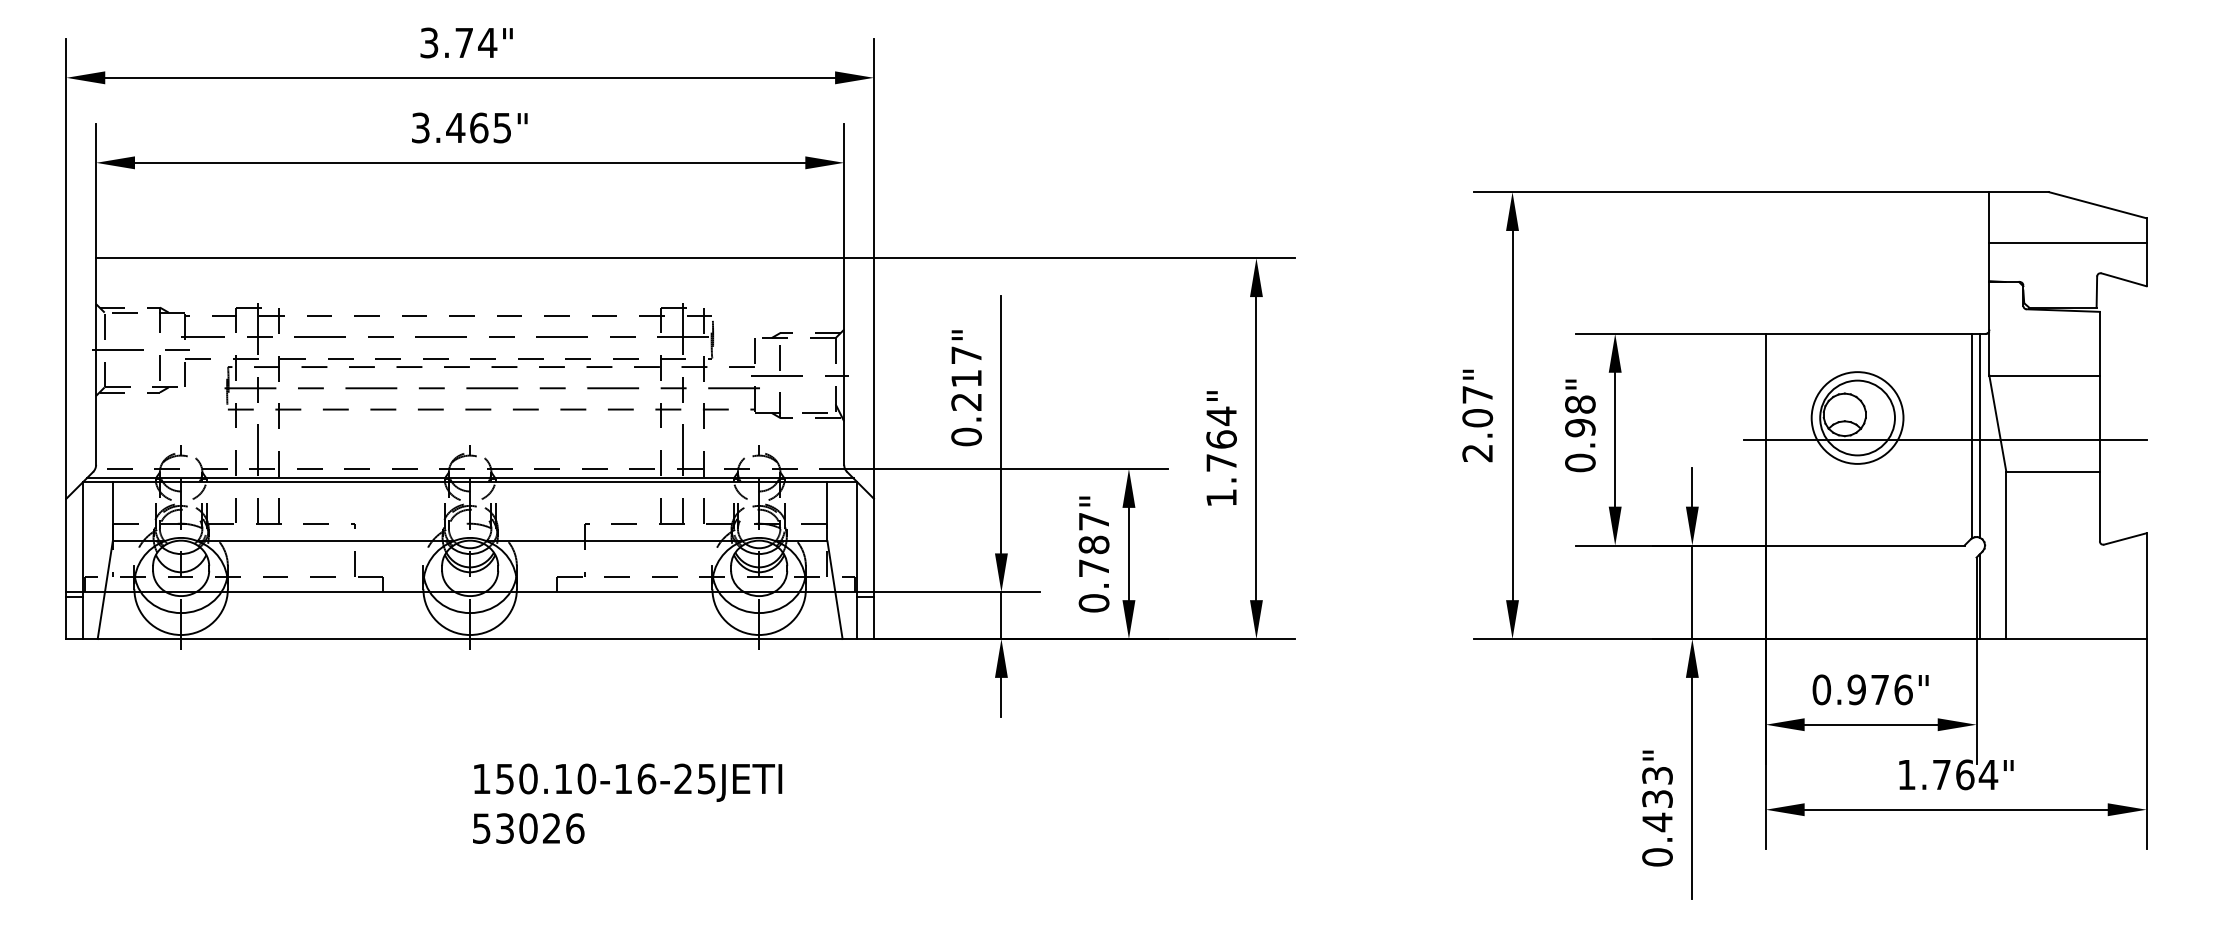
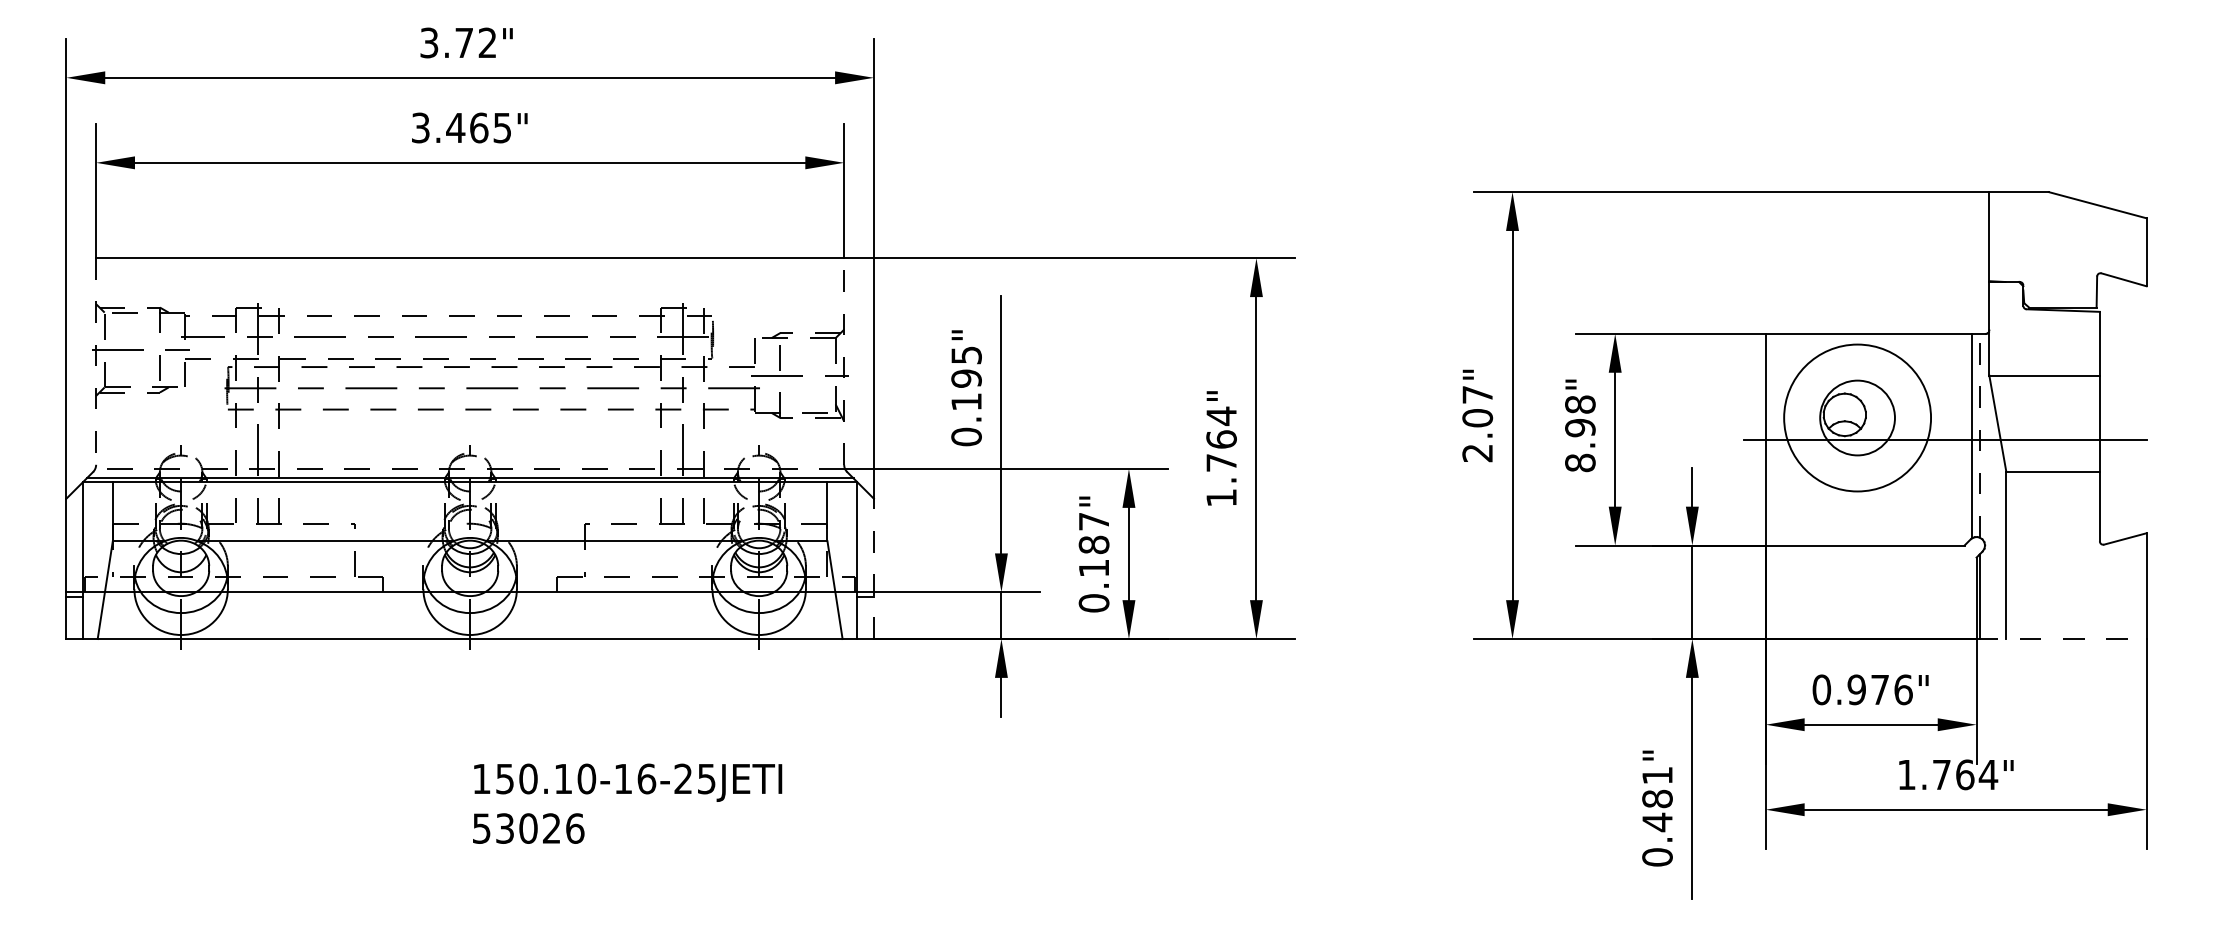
text at (487, 42): 3.74" -> 3.72"
line at (2067, 243): present -> none
line at (844, 361): solid -> dashed
line at (96, 362): solid -> dashed
text at (966, 378): 0.217" -> 0.195"
circle at (1857, 417) diameter: 92 px -> 147 px
line at (1979, 435): solid -> dashed
text at (1580, 462): 0.98" -> 8.98"
text at (1093, 567): 0.787" -> 0.187"
line at (873, 568): solid -> dashed
line at (2062, 639): solid -> dashed
text at (1657, 787): 0.433" -> 0.481"
